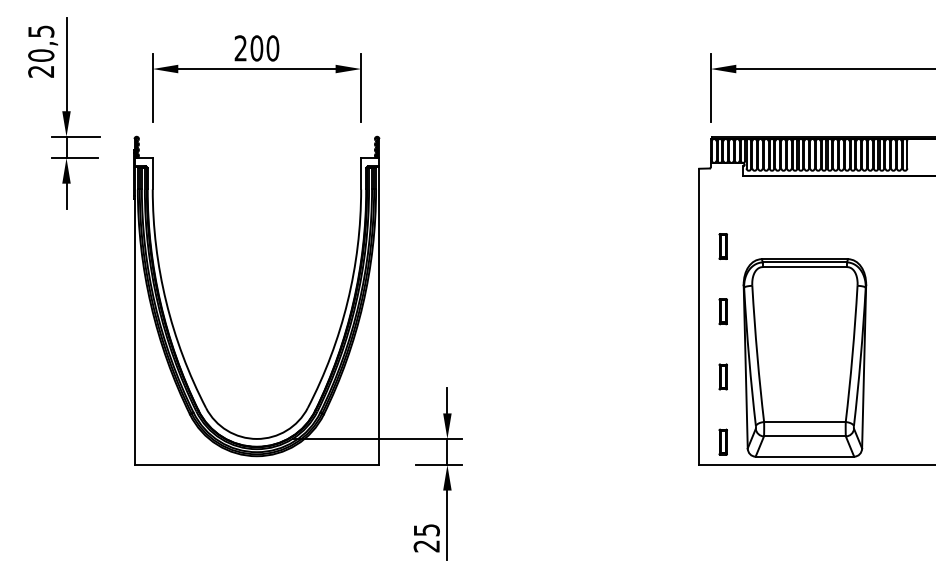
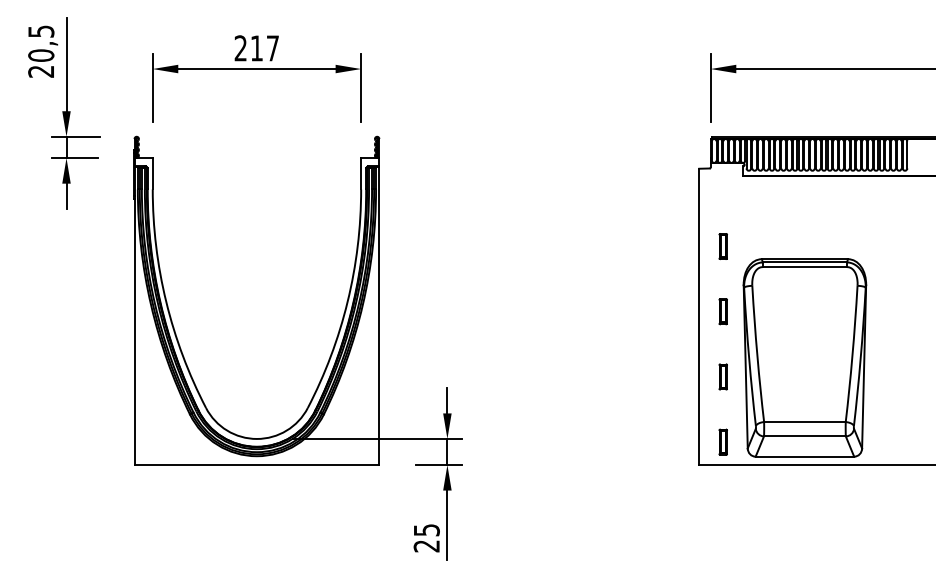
text at (264, 48): 200 -> 217
